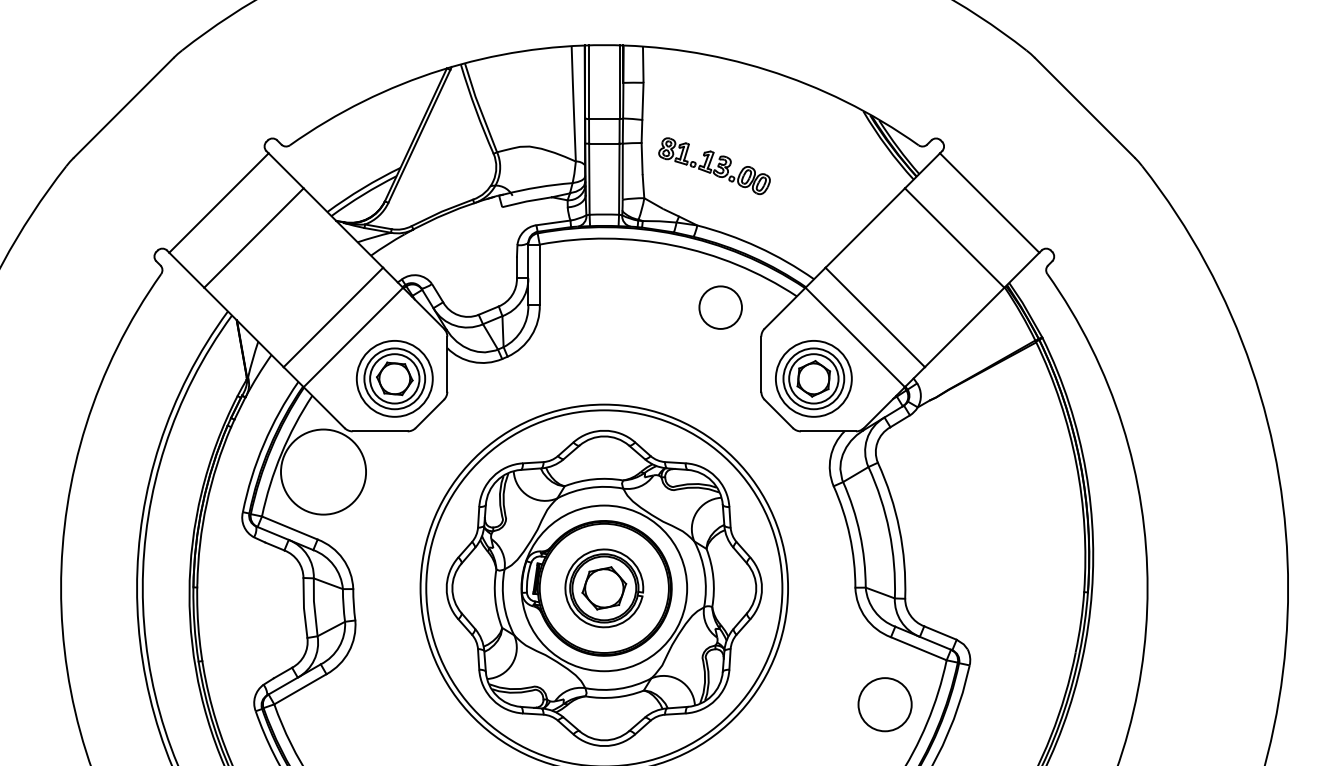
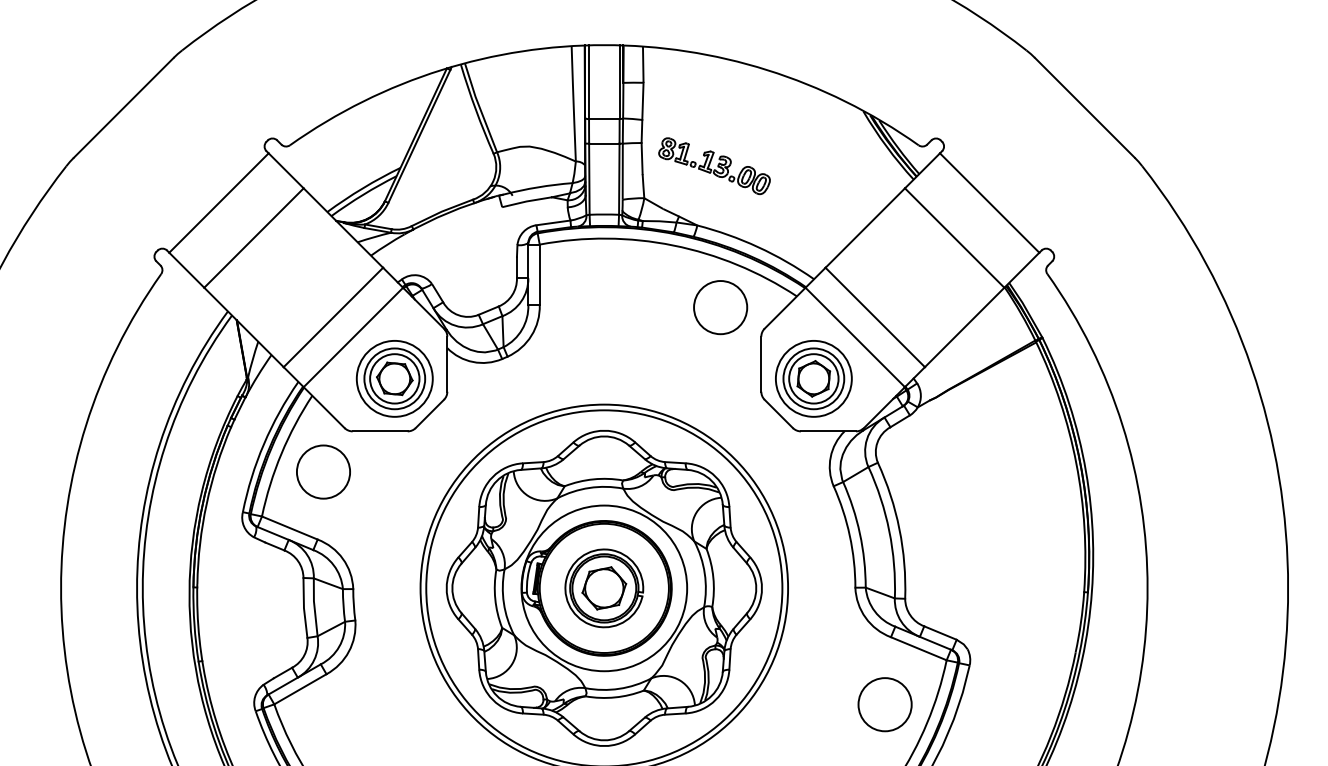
circle at (720, 307) size: 45x45 px -> 56x56 px
circle at (323, 471) diameter: 85 px -> 53 px
